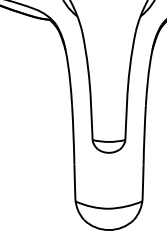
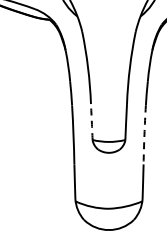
arc at (91, 122): solid -> dashed
arc at (144, 134): solid -> dashed
